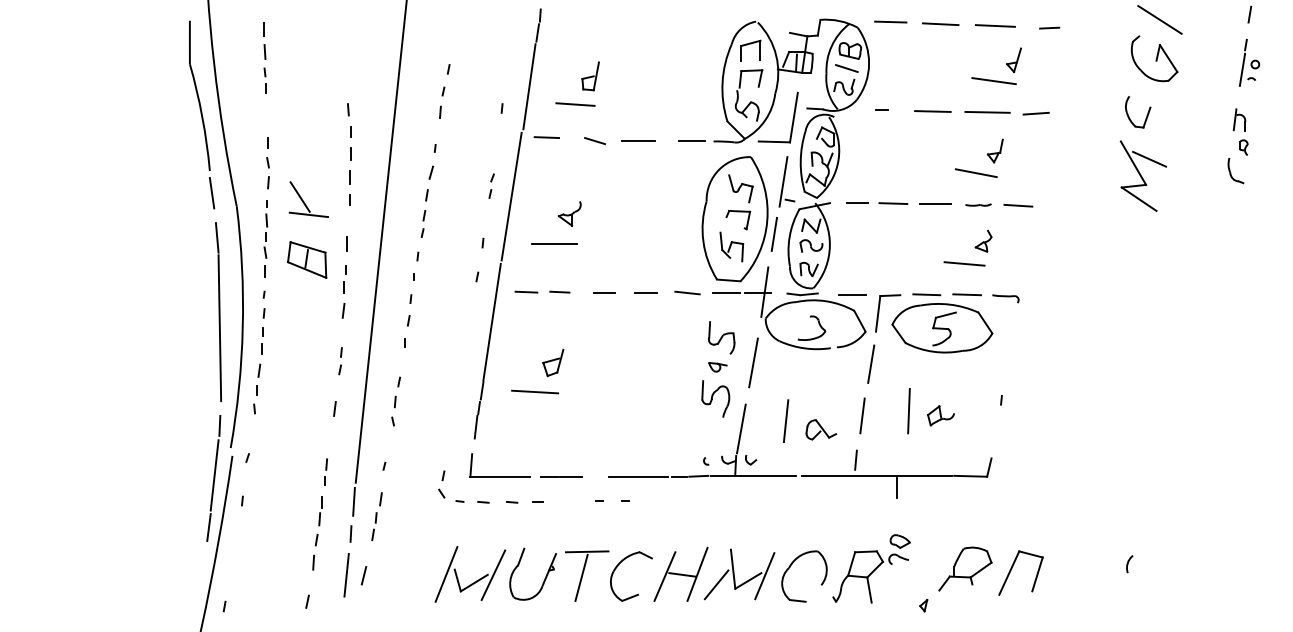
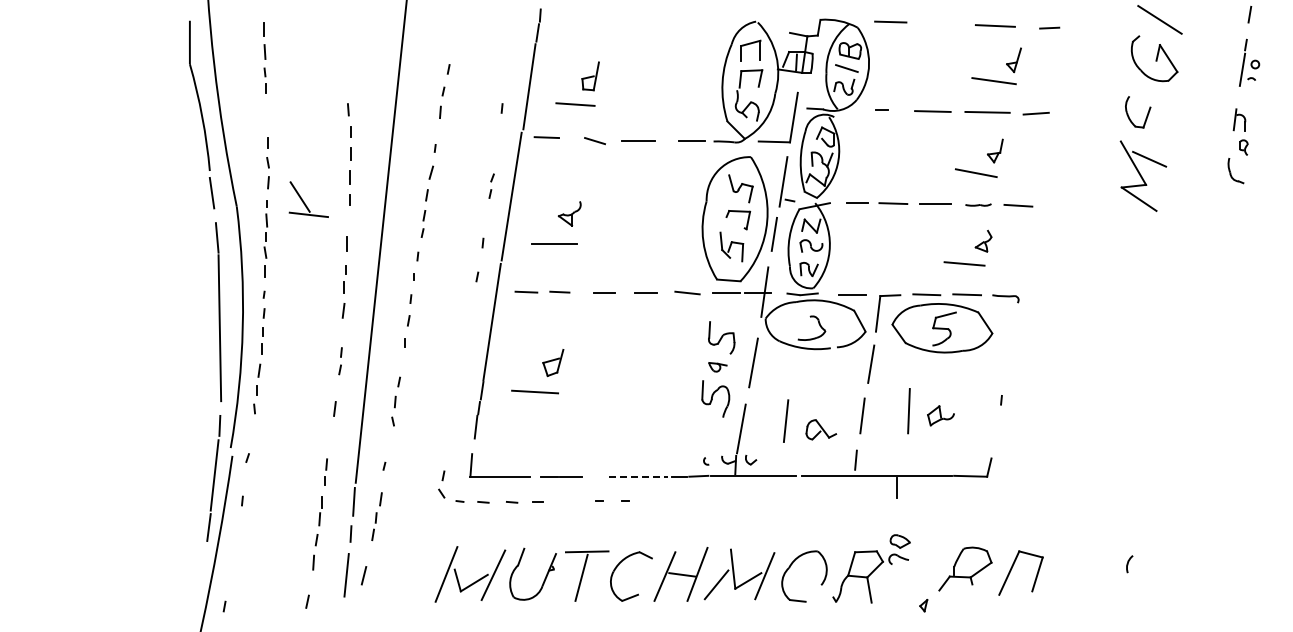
line at (940, 24): present -> none
part at (307, 259): present -> none
line at (638, 476): solid -> dashed
